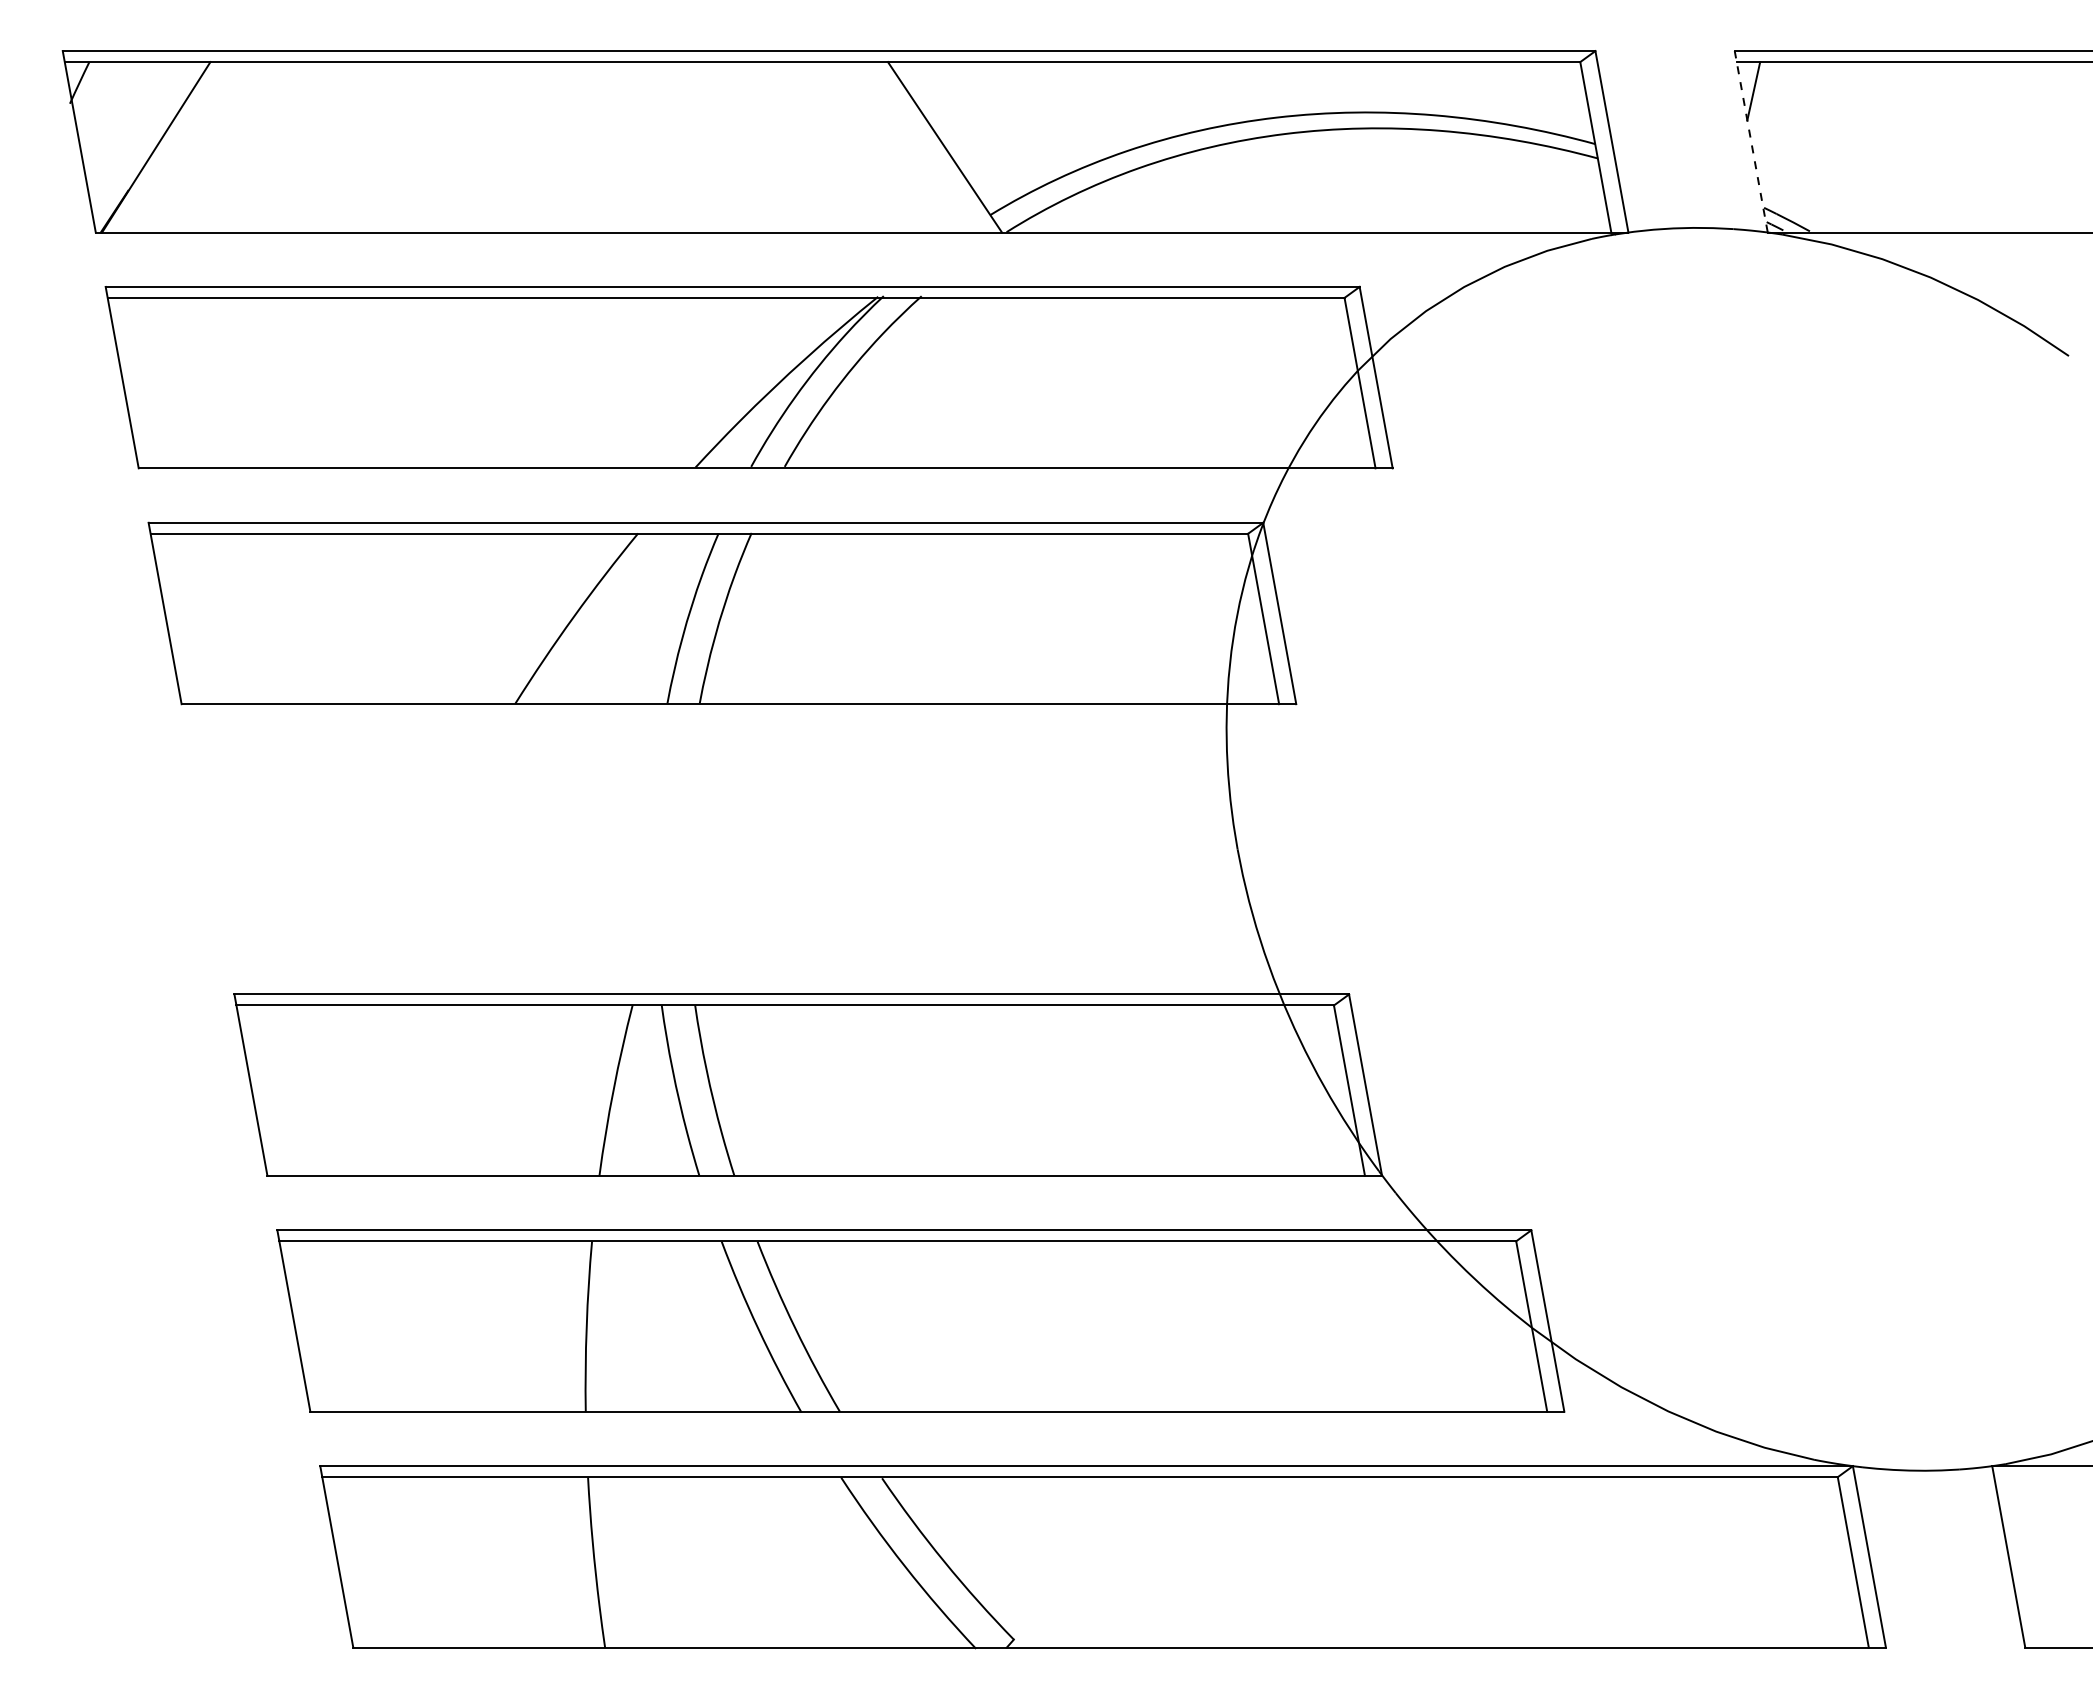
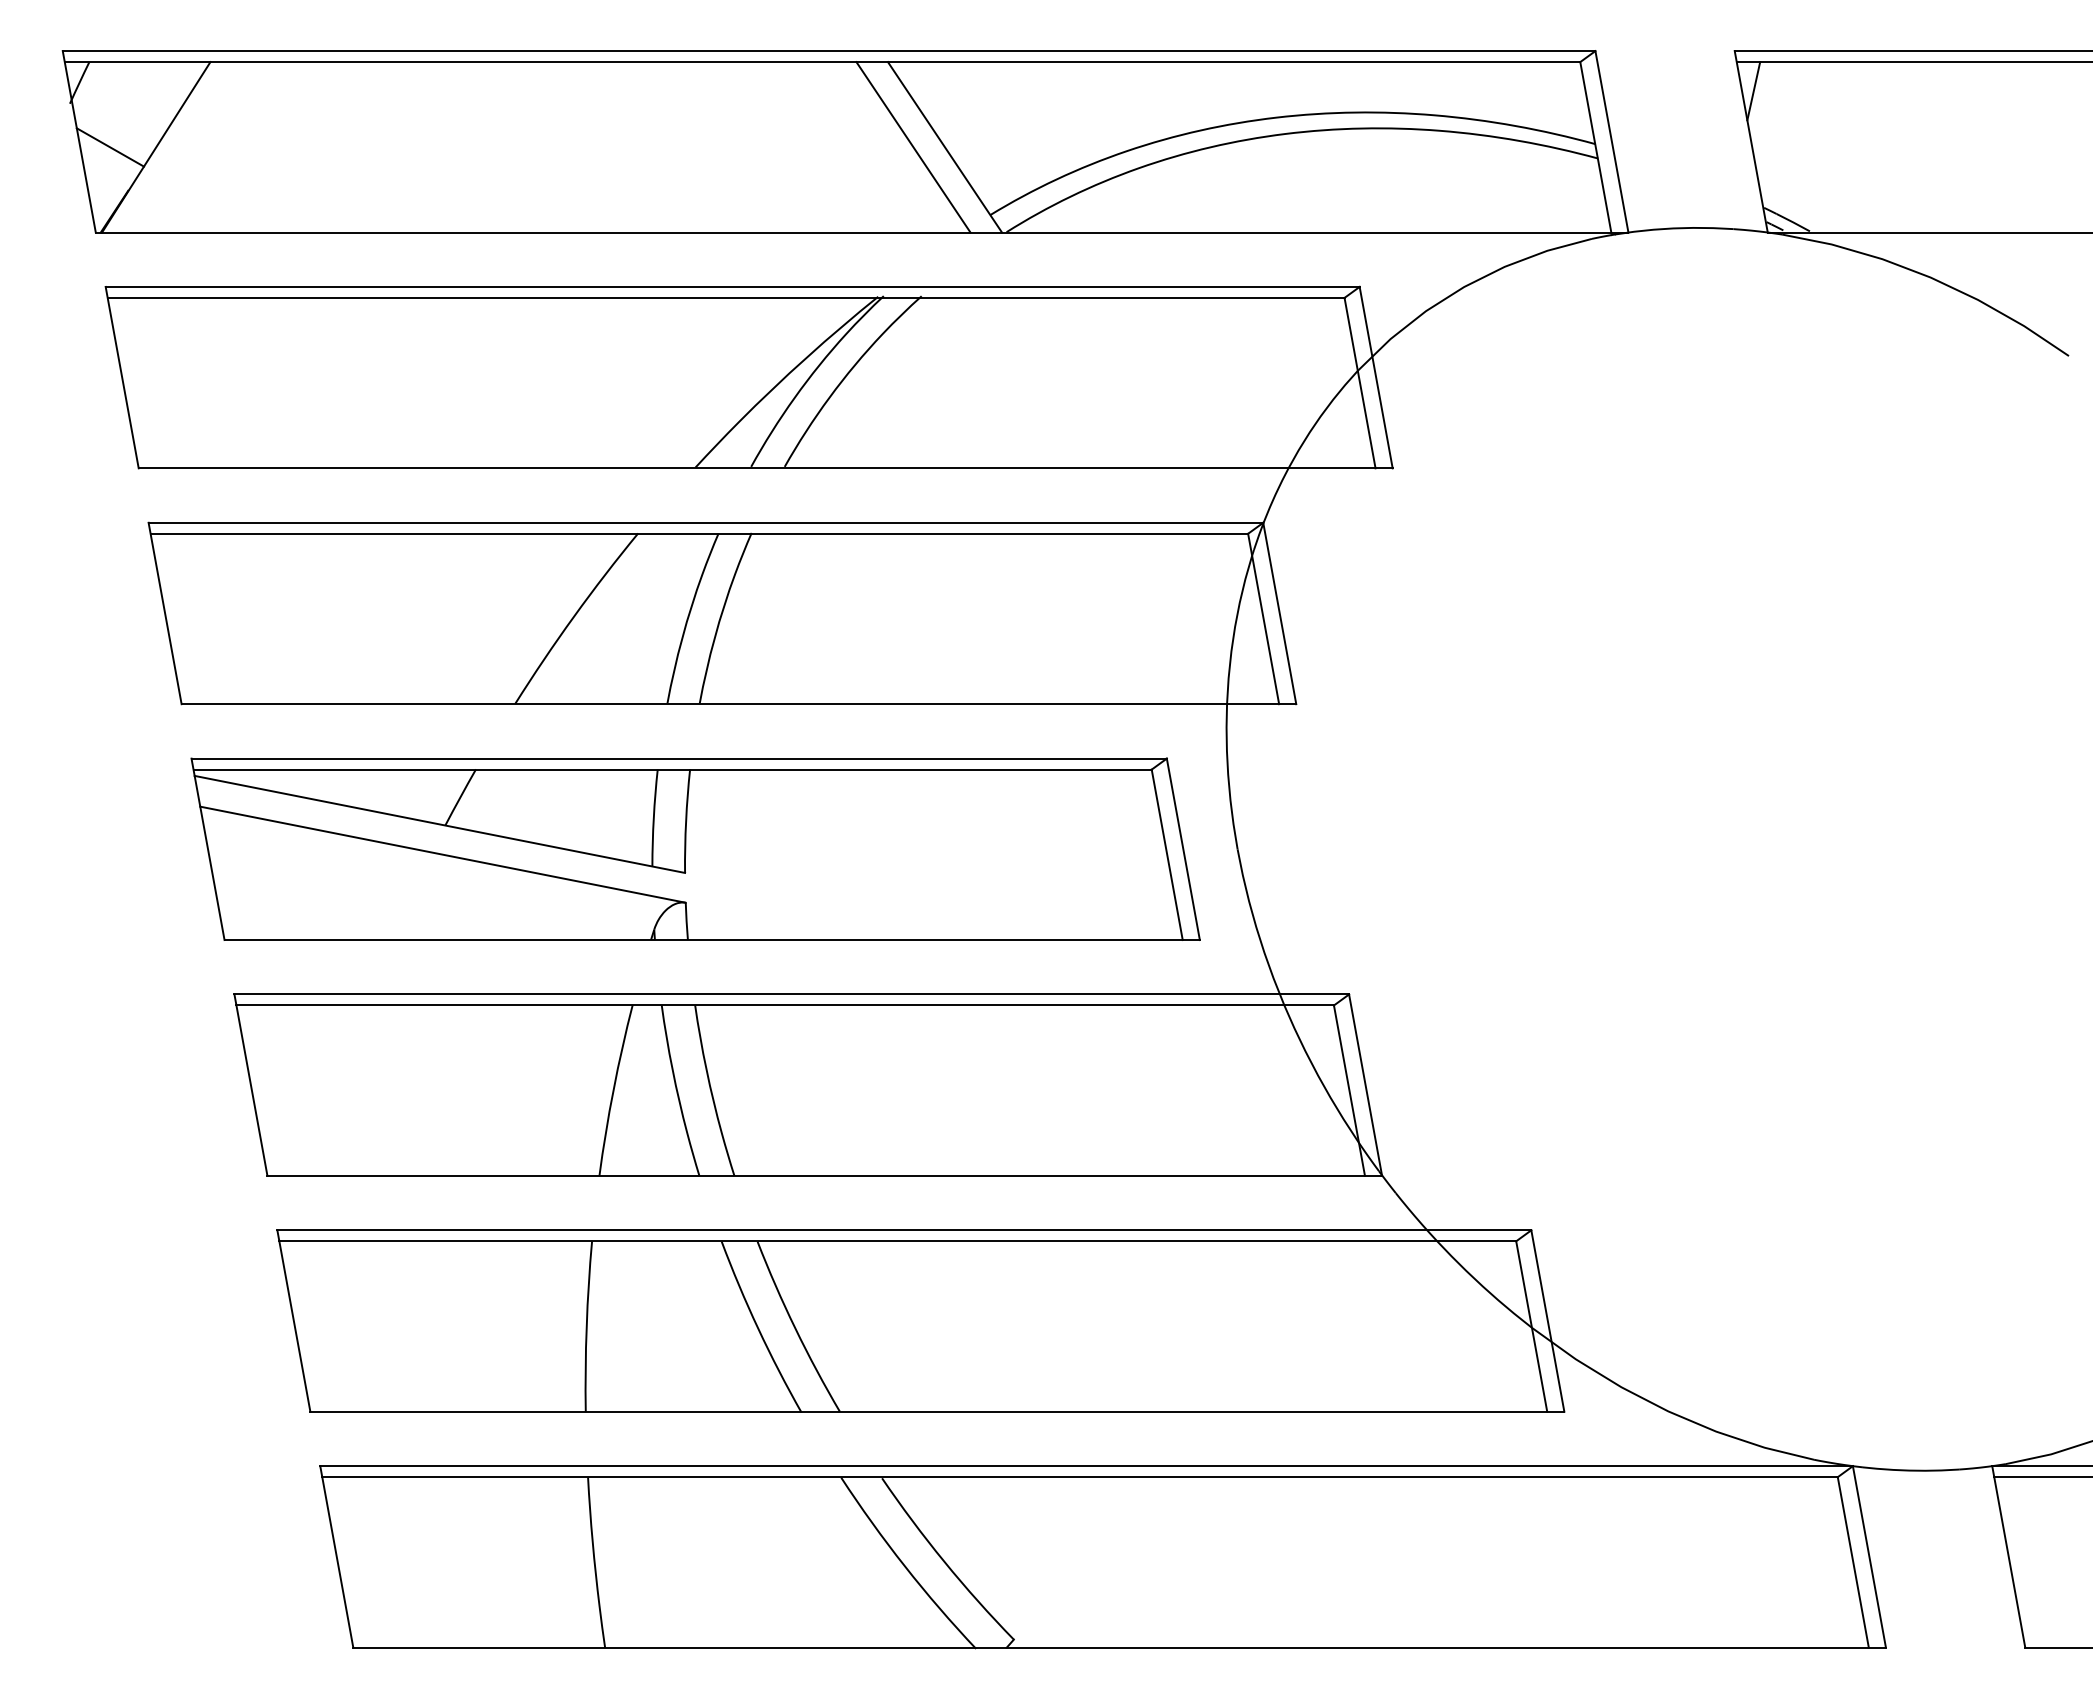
line at (1751, 141): dashed -> solid
line at (109, 147): none -> present
line at (913, 147): none -> present
part at (695, 848): none -> present
line at (2041, 1477): none -> present
